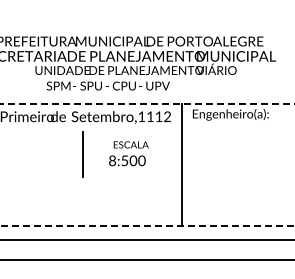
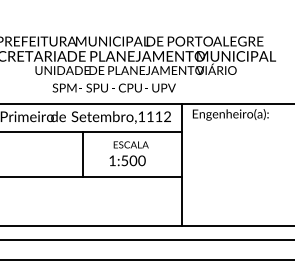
text at (107, 85) position: (107, 85) -> (113, 87)
line at (147, 103): dashed -> solid
line at (91, 132): none -> present
text at (112, 160): 8:500 -> 1:500
line at (91, 176): none -> present
line at (147, 226): dashed -> solid
